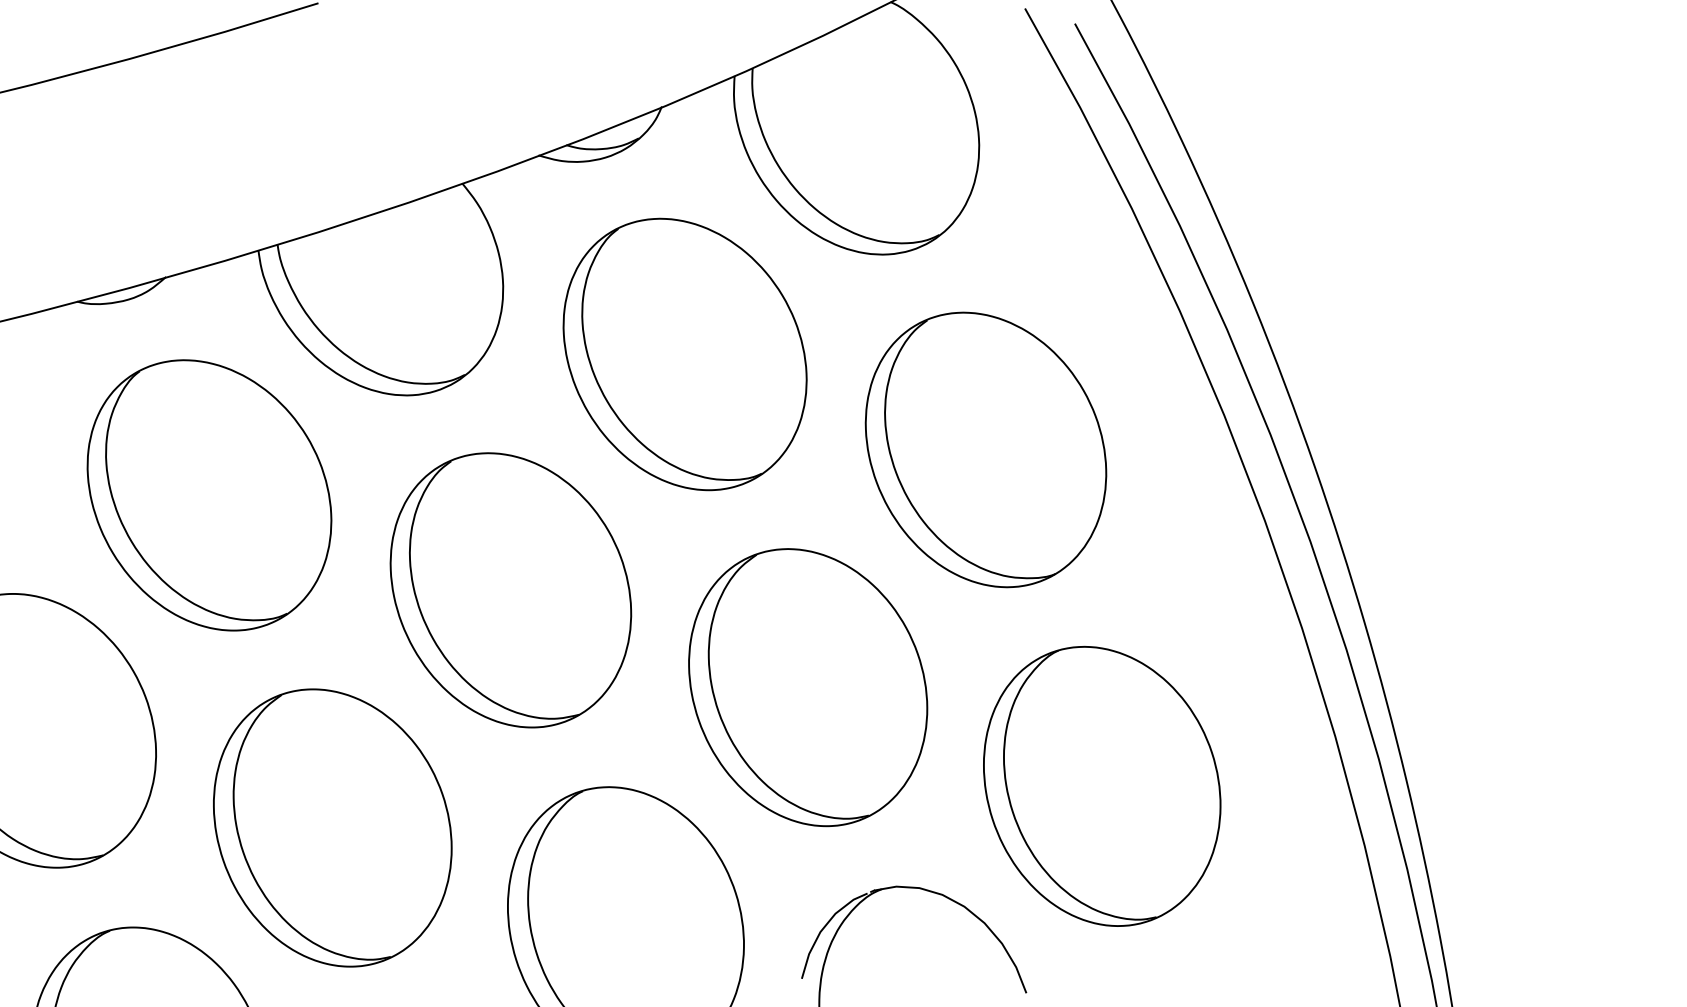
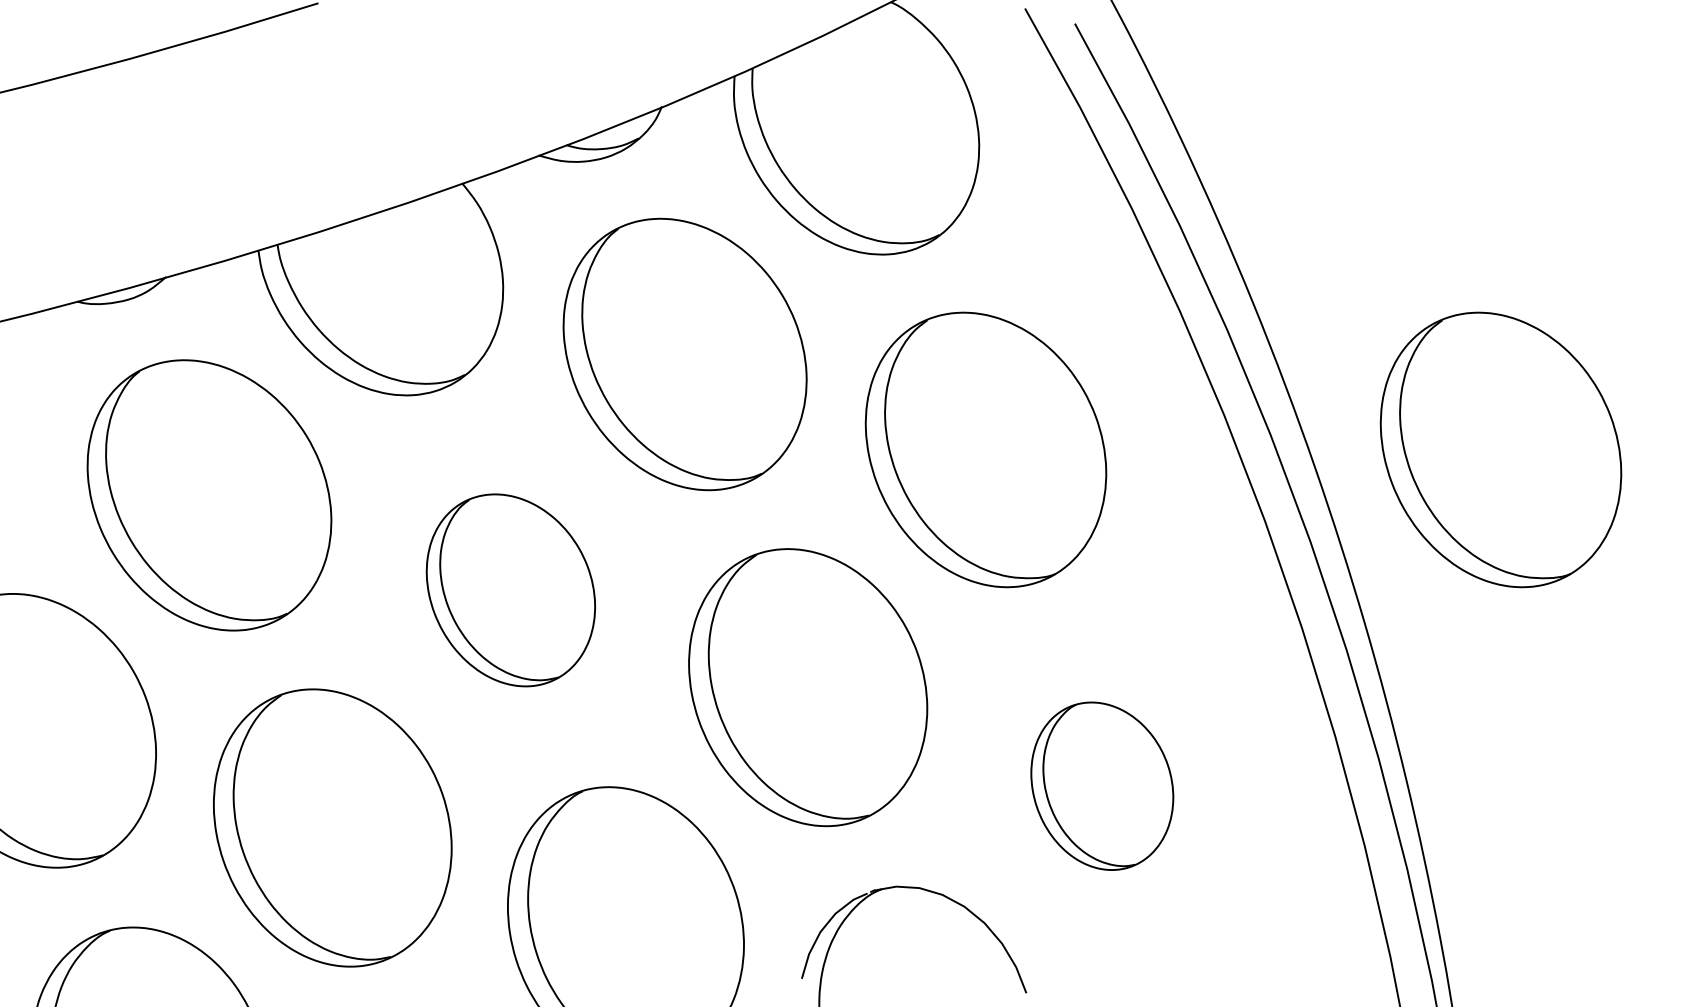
part at (1500, 449): none -> present
part at (510, 590) size: 244x277 px -> 171x195 px
part at (1102, 785) size: 239x282 px -> 145x170 px
